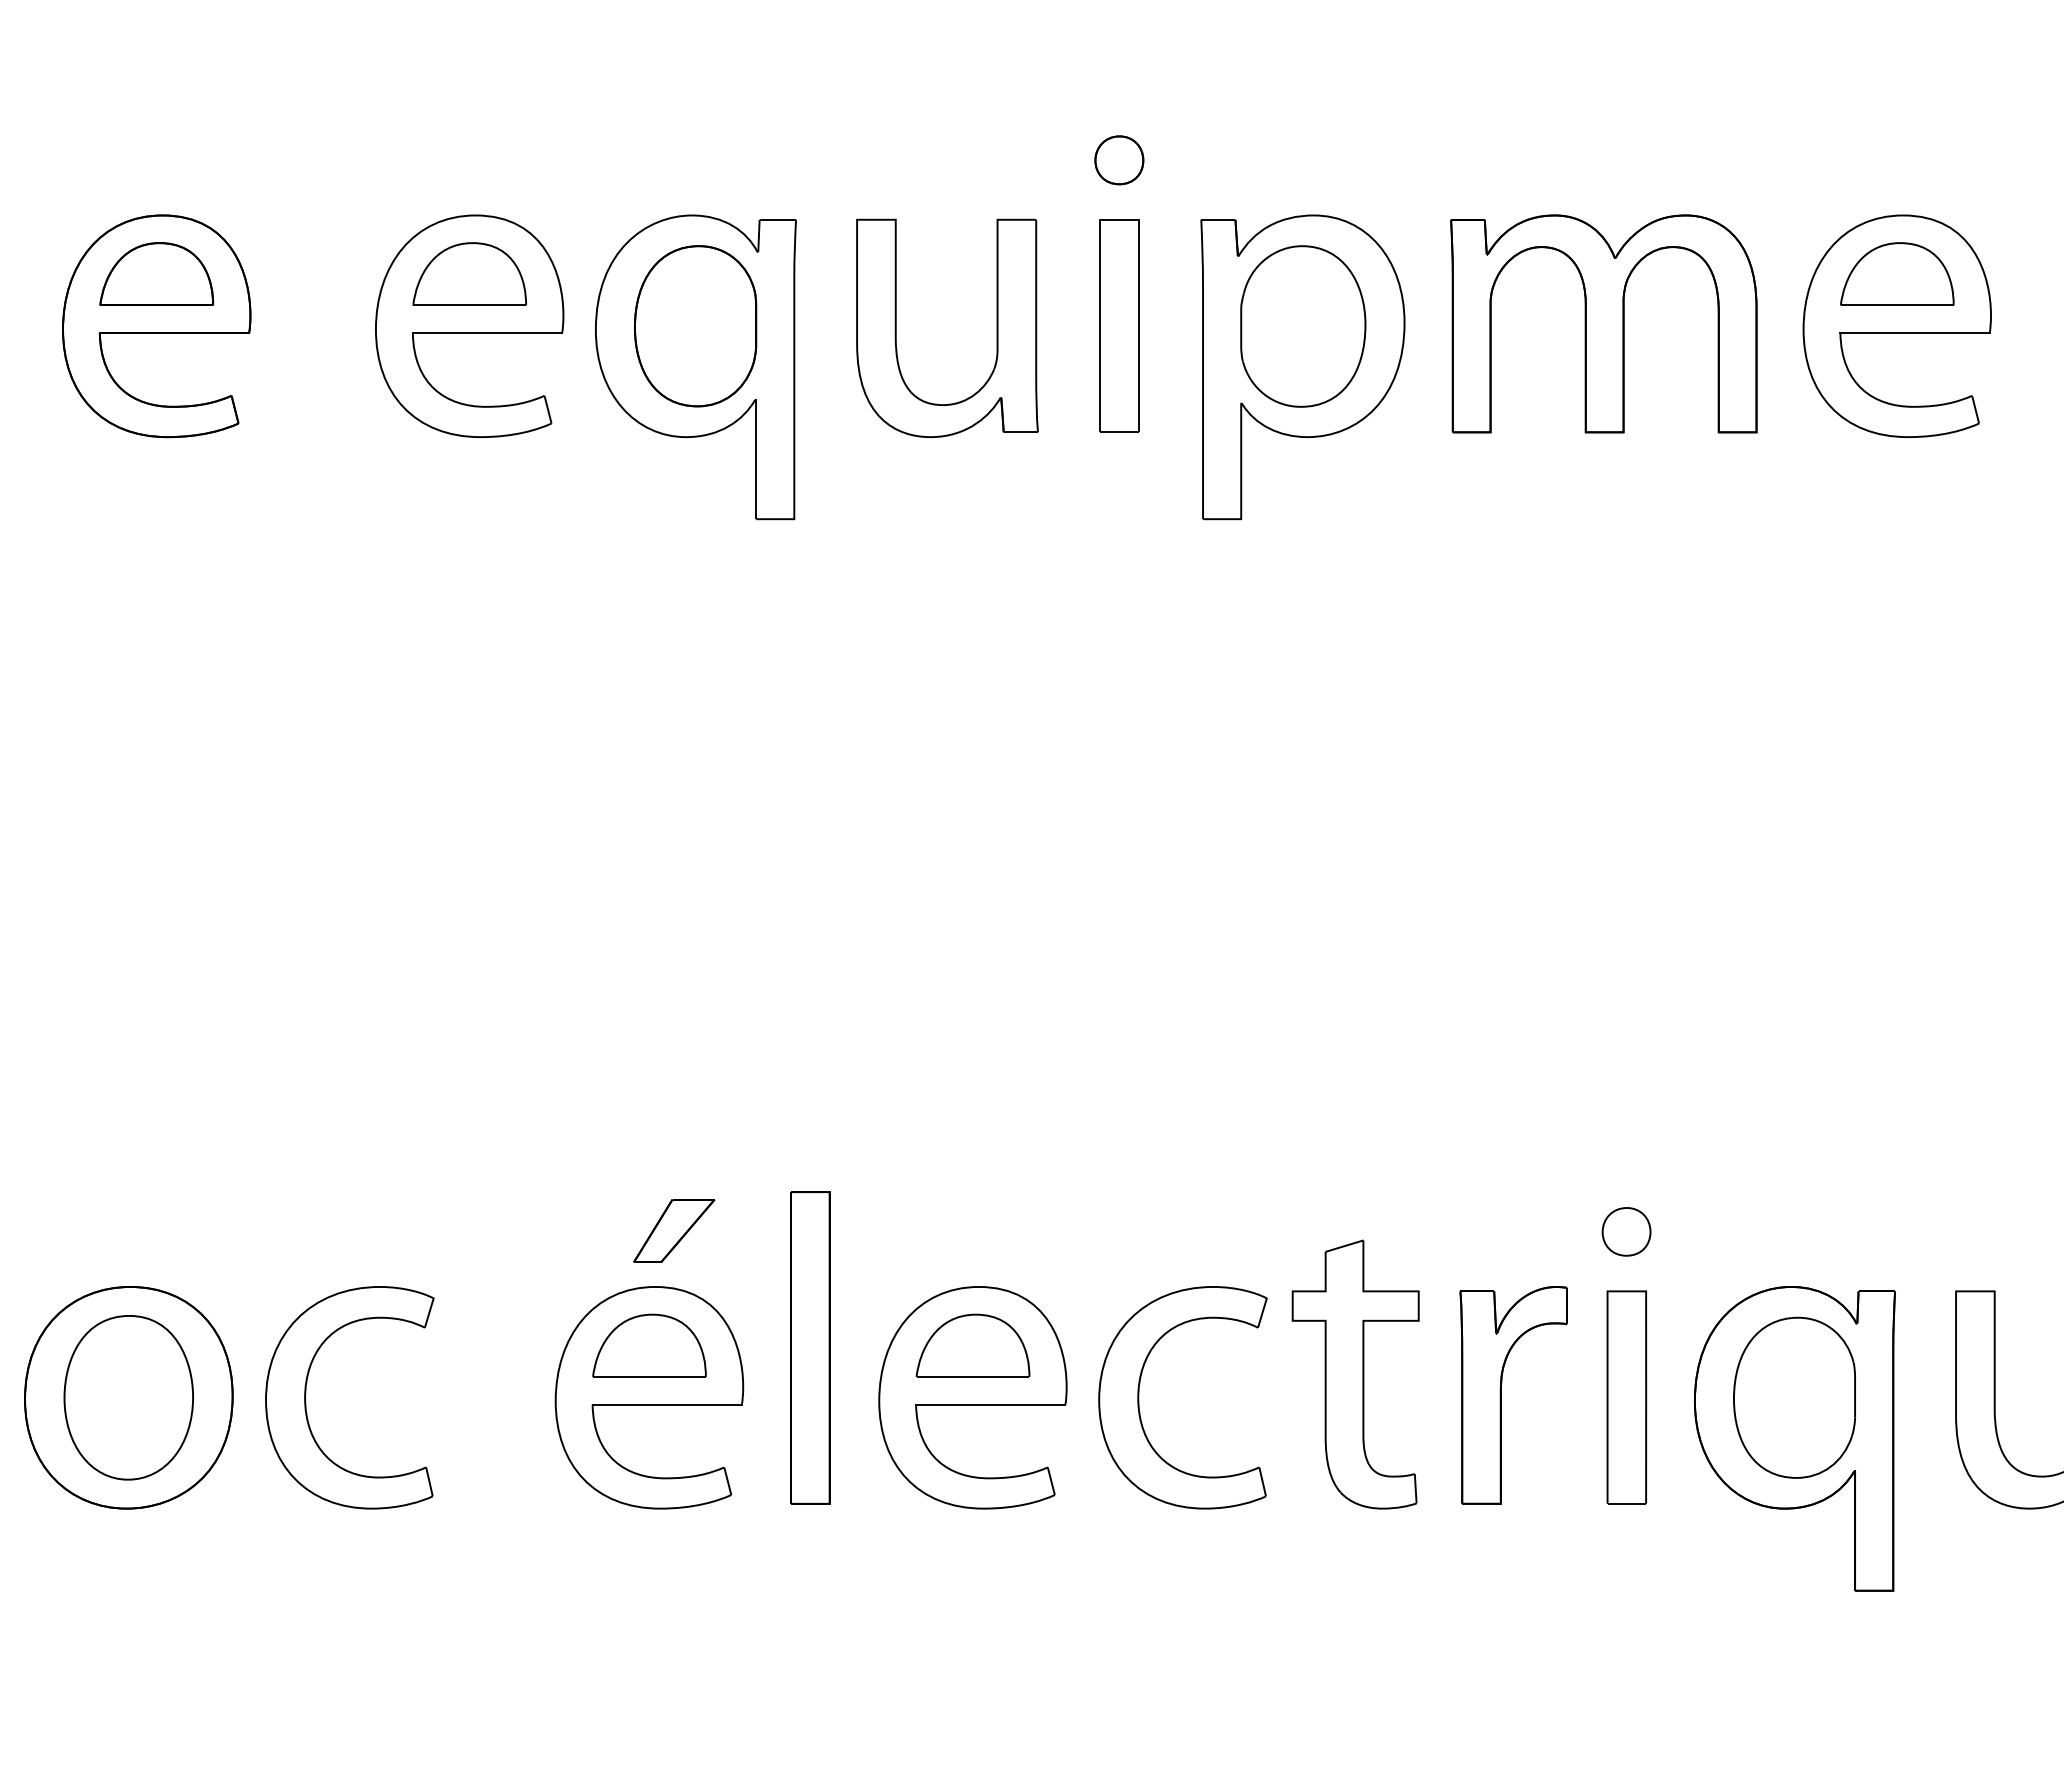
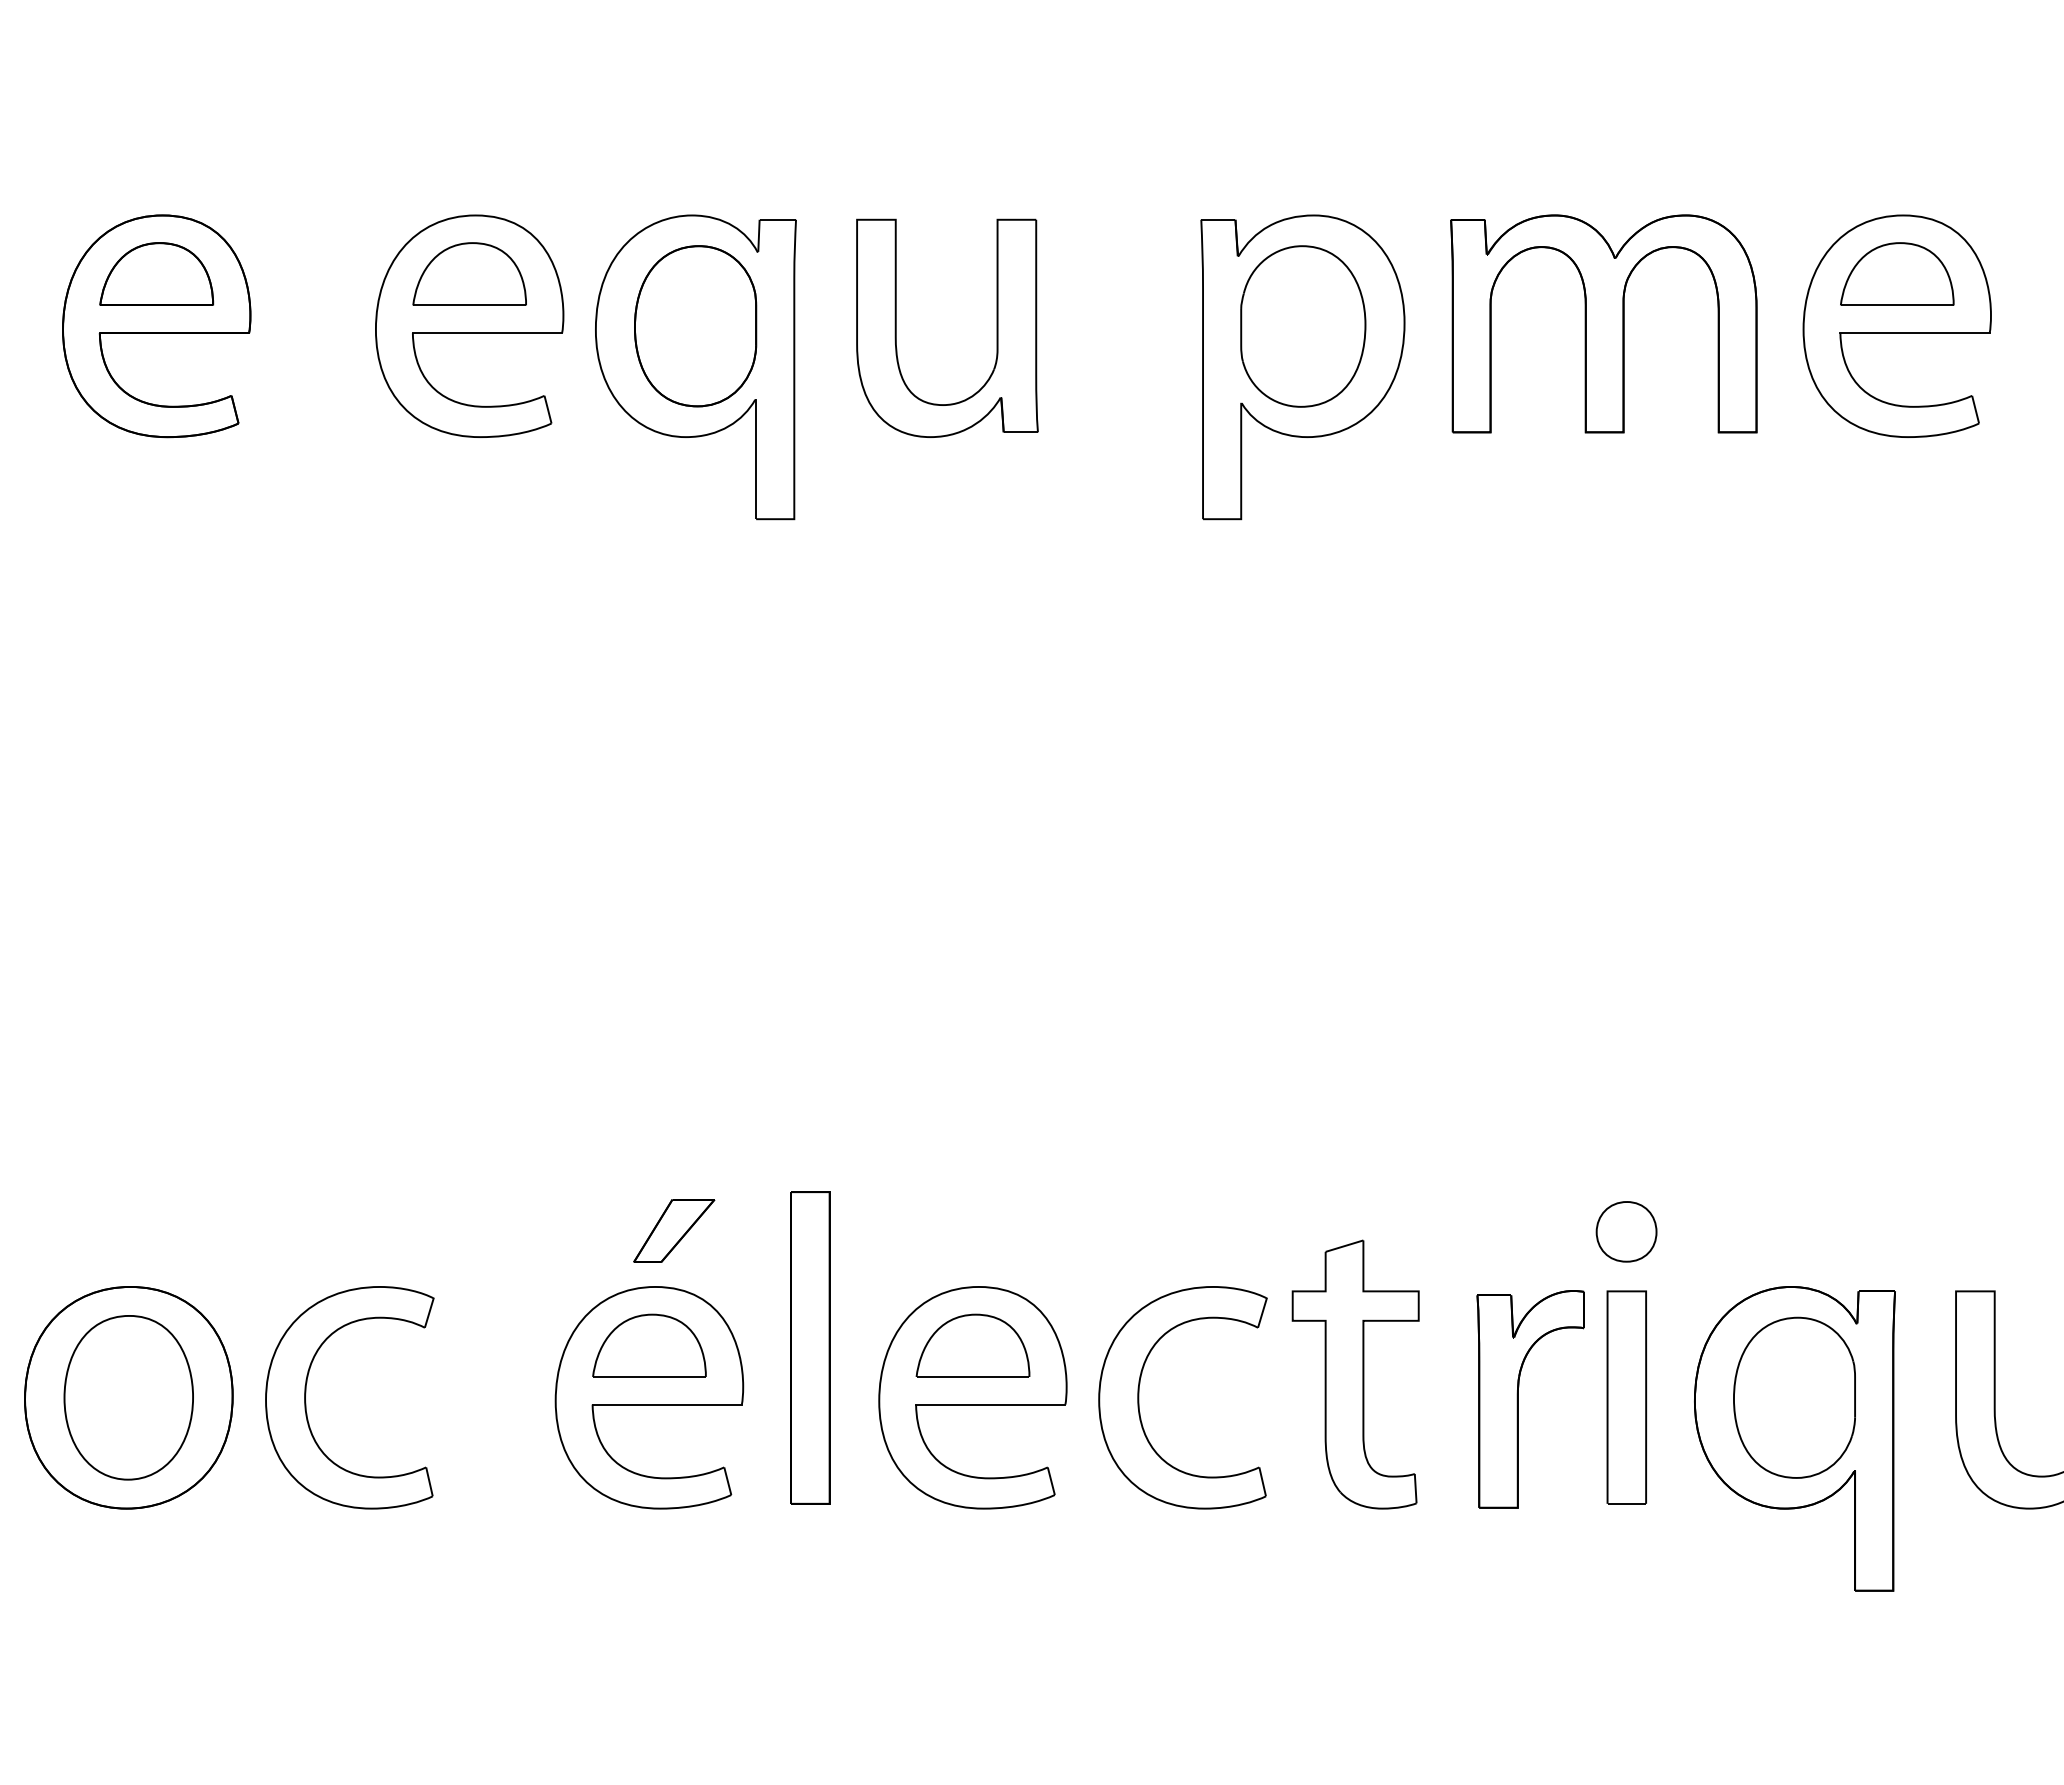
part at (1119, 160): present -> none
part at (1119, 325): present -> none
part at (1626, 1231) size: 51x50 px -> 63x62 px
part at (1501, 1395) position: (1501, 1395) -> (1518, 1399)
